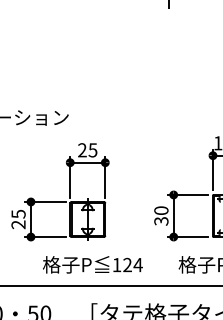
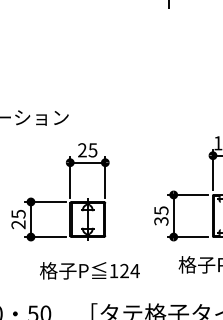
text at (161, 210): 30 -> 35
text at (92, 264) position: (92, 264) -> (89, 270)
line at (110, 286): present -> none
